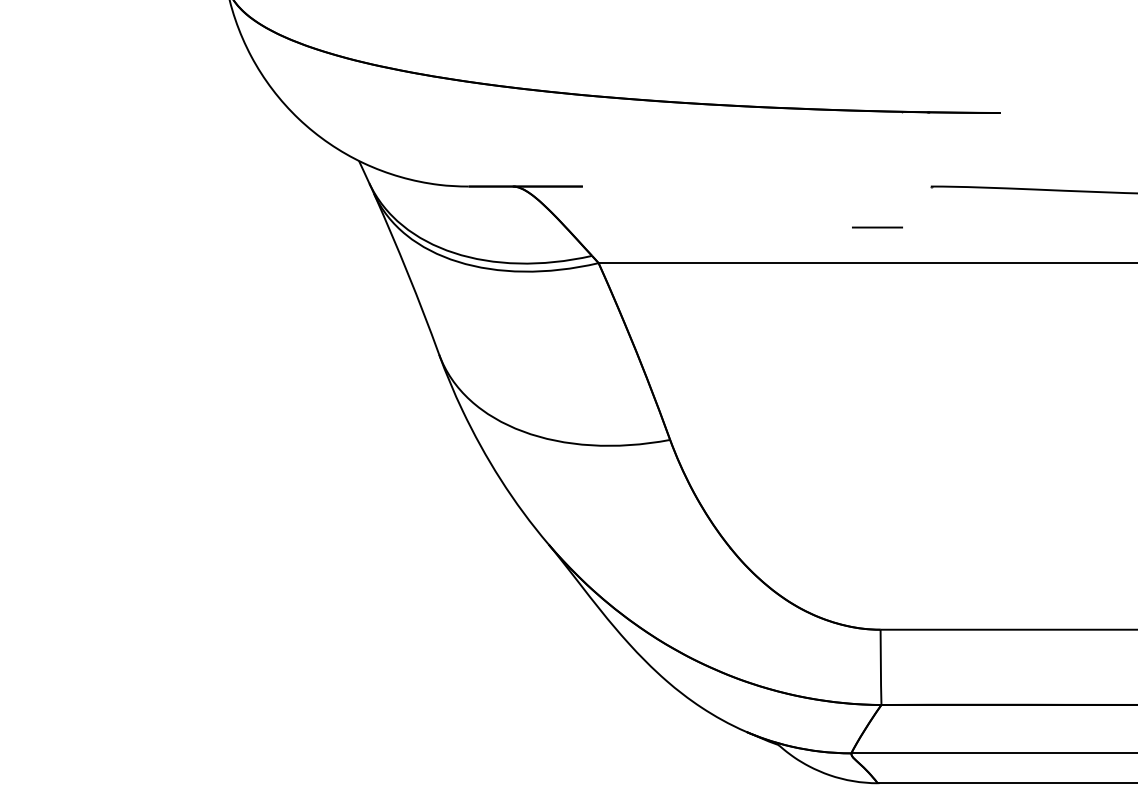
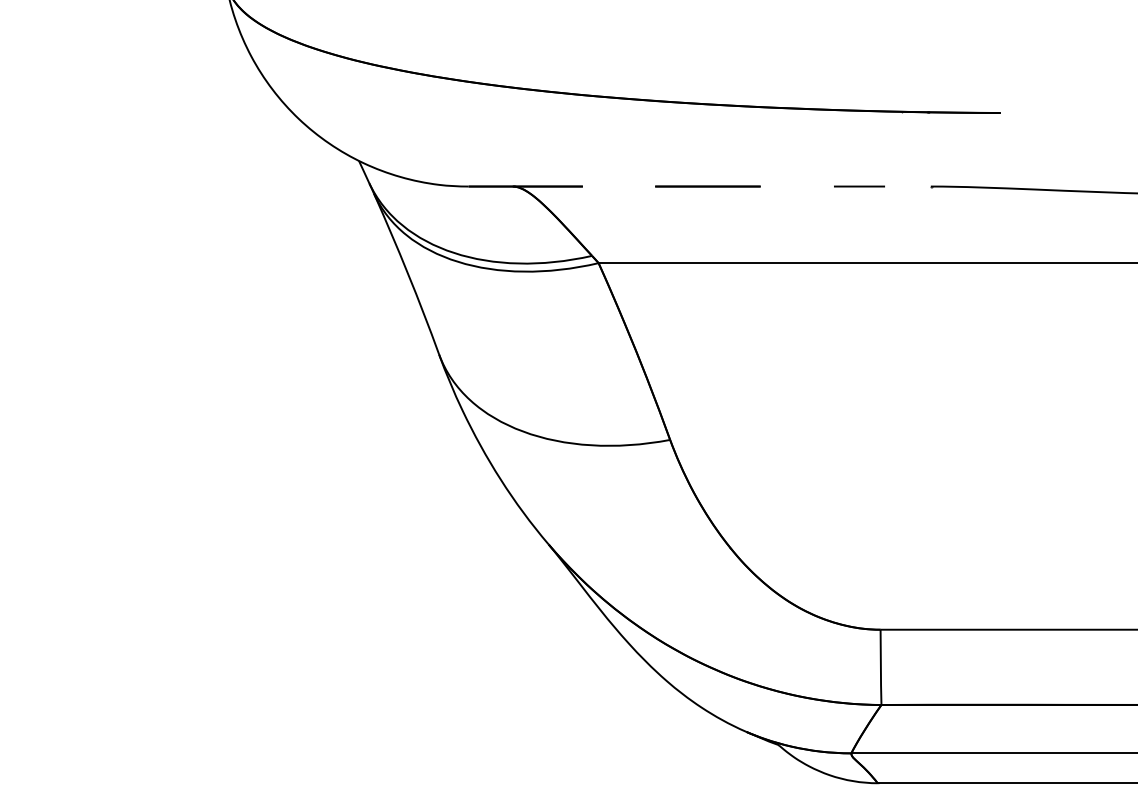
line at (707, 186): none -> present
line at (877, 227) position: (877, 227) -> (859, 186)
